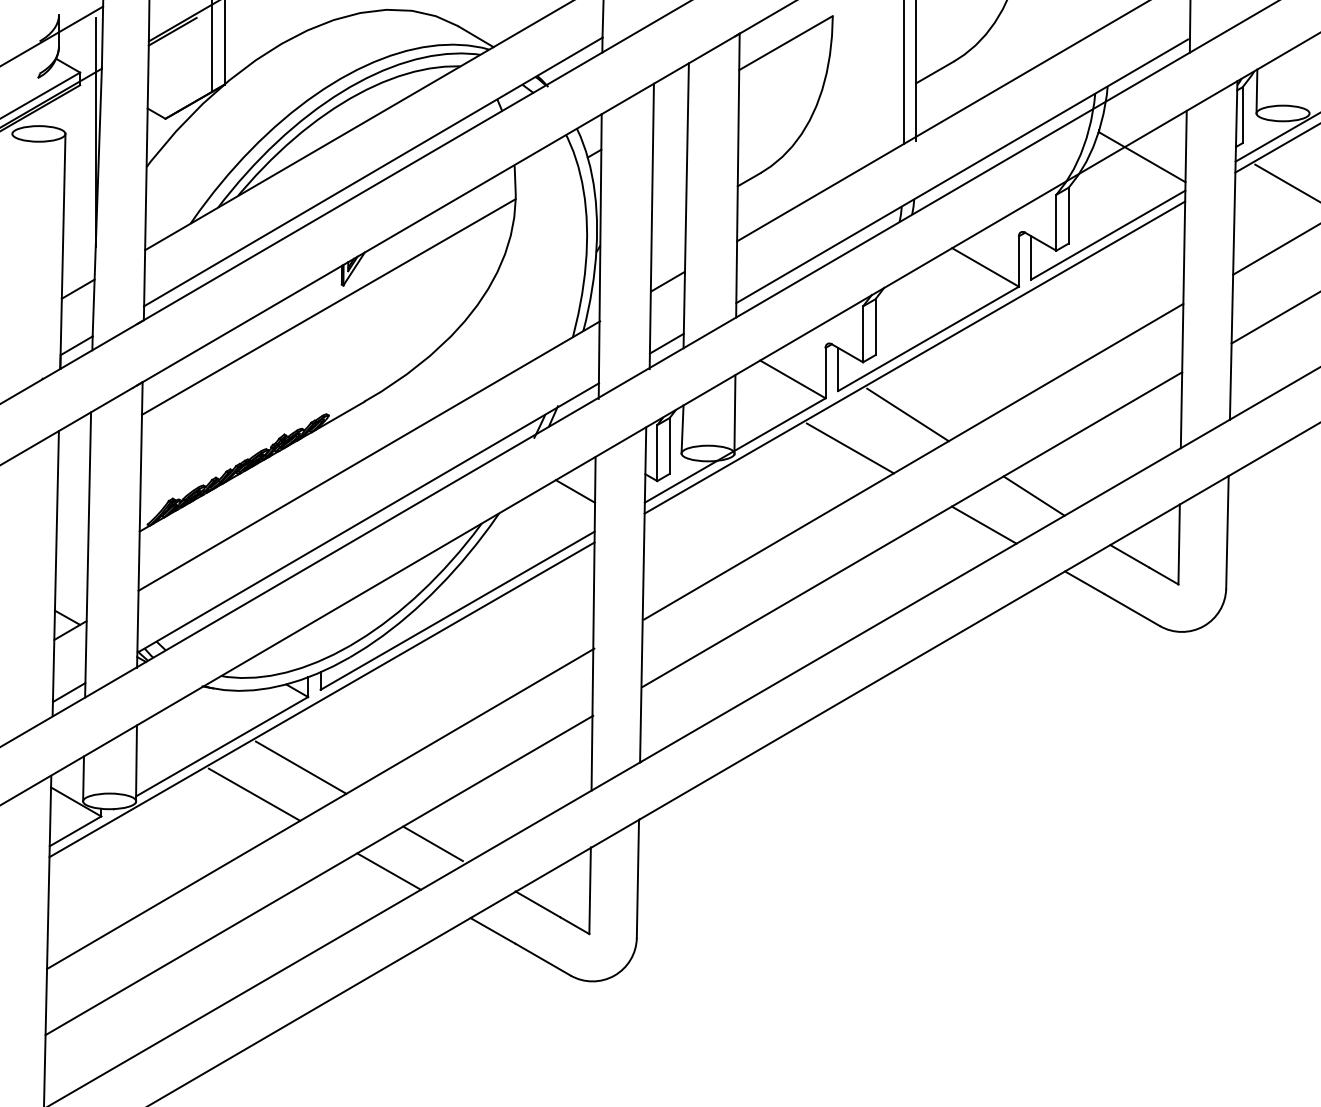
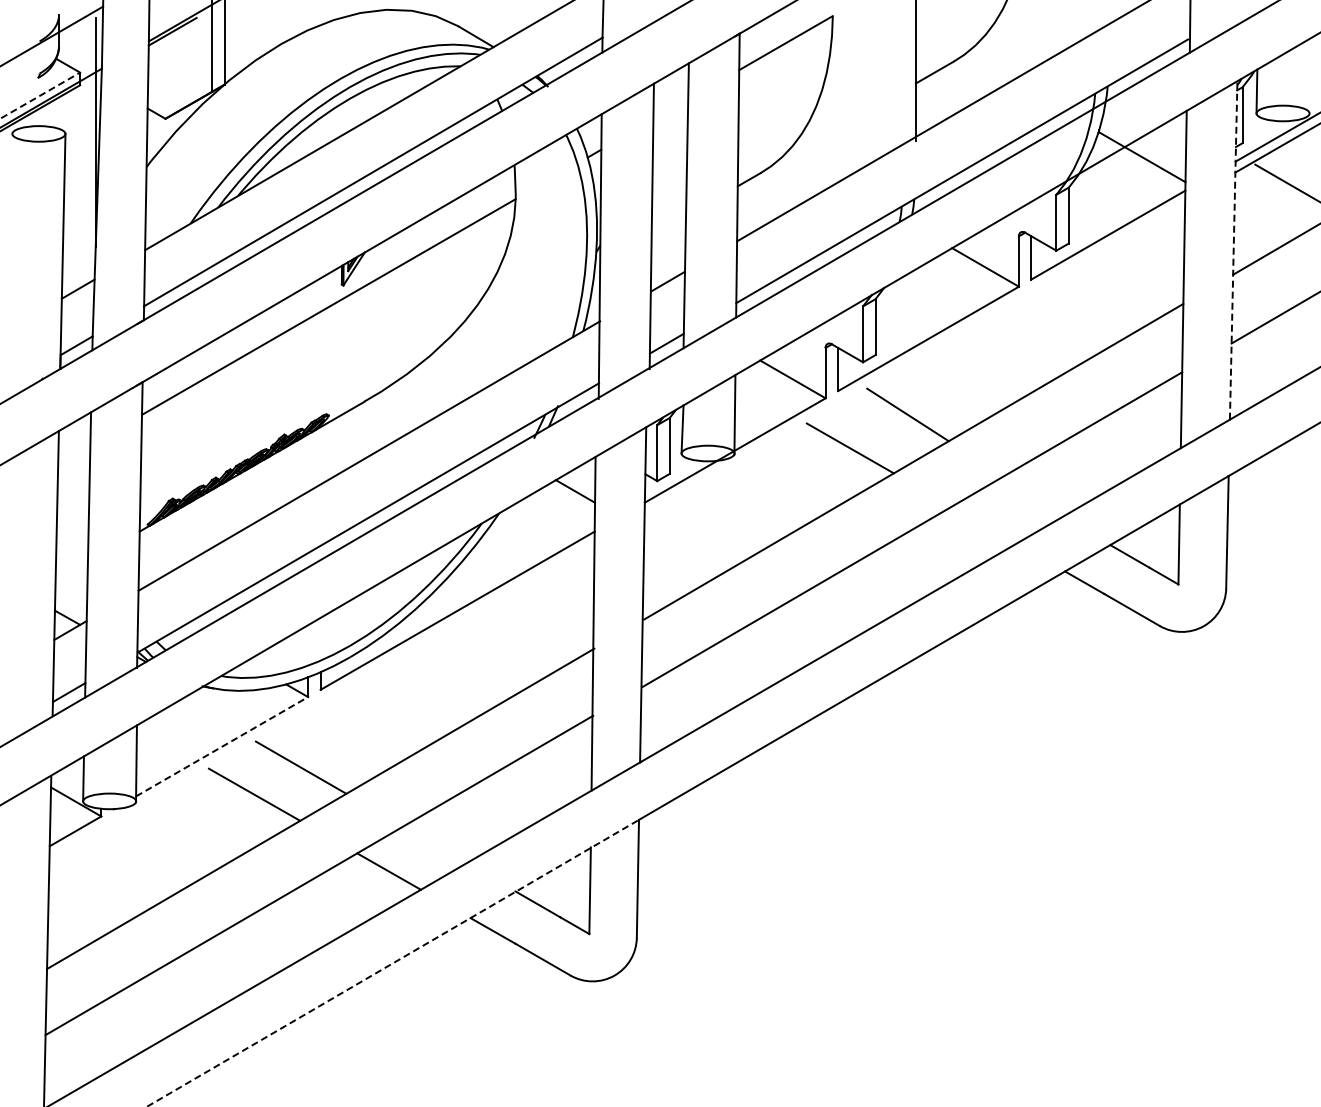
line at (903, 73): present -> none
line at (40, 95): solid -> dashed
line at (1233, 249): solid -> dashed
line at (914, 357): present -> none
line at (1033, 495): present -> none
line at (983, 524): present -> none
line at (321, 699): present -> none
line at (222, 746): solid -> dashed
line at (432, 843): present -> none
line at (393, 962): solid -> dashed
